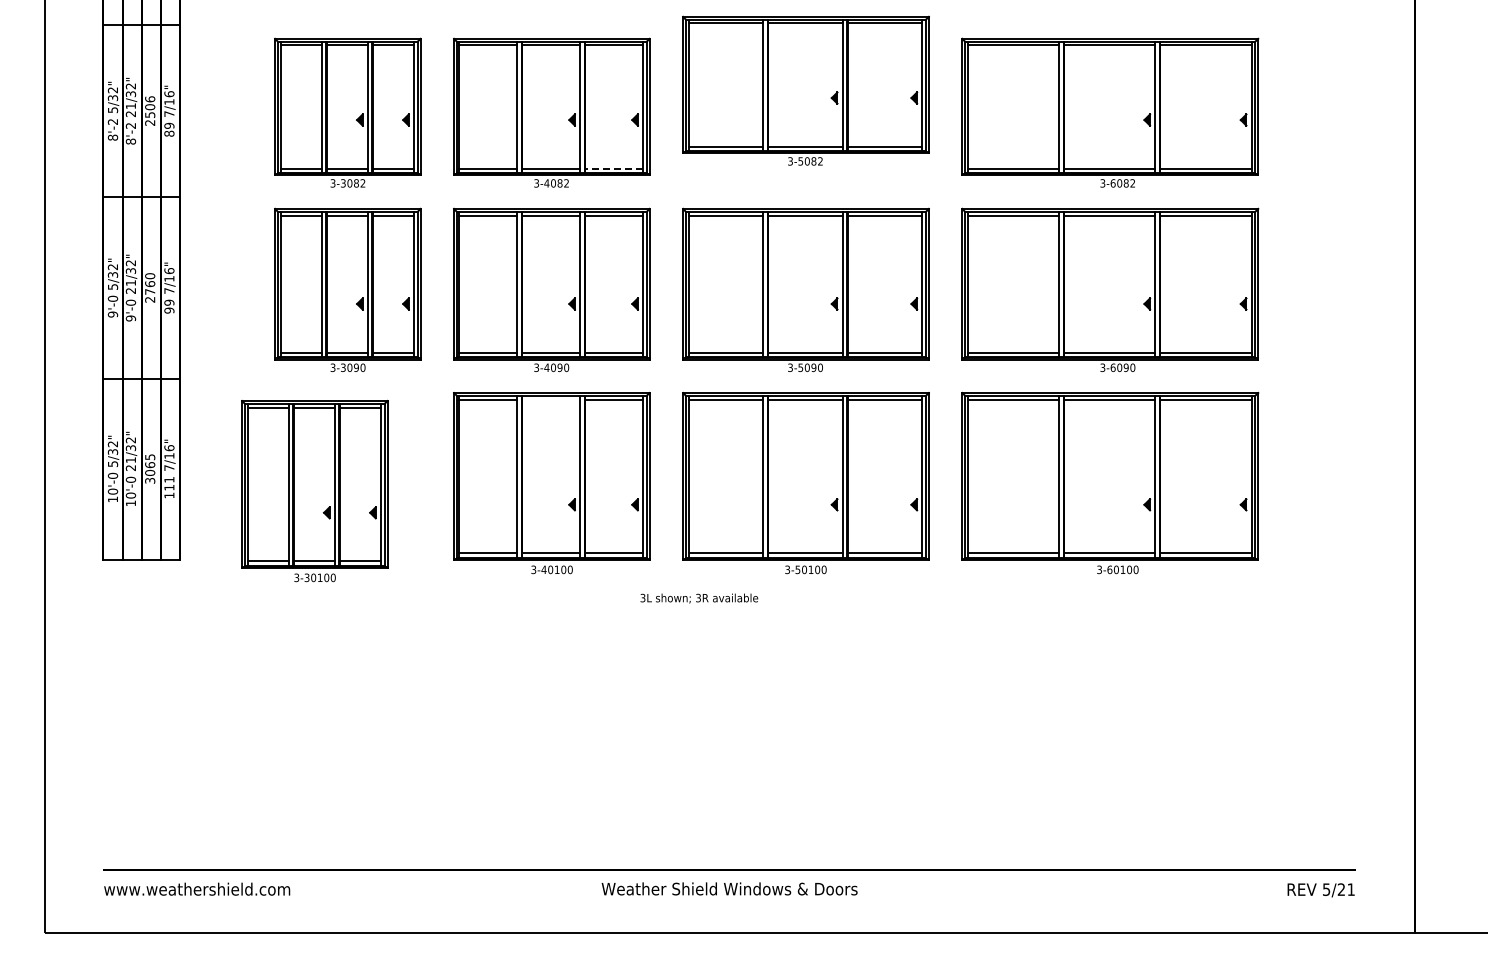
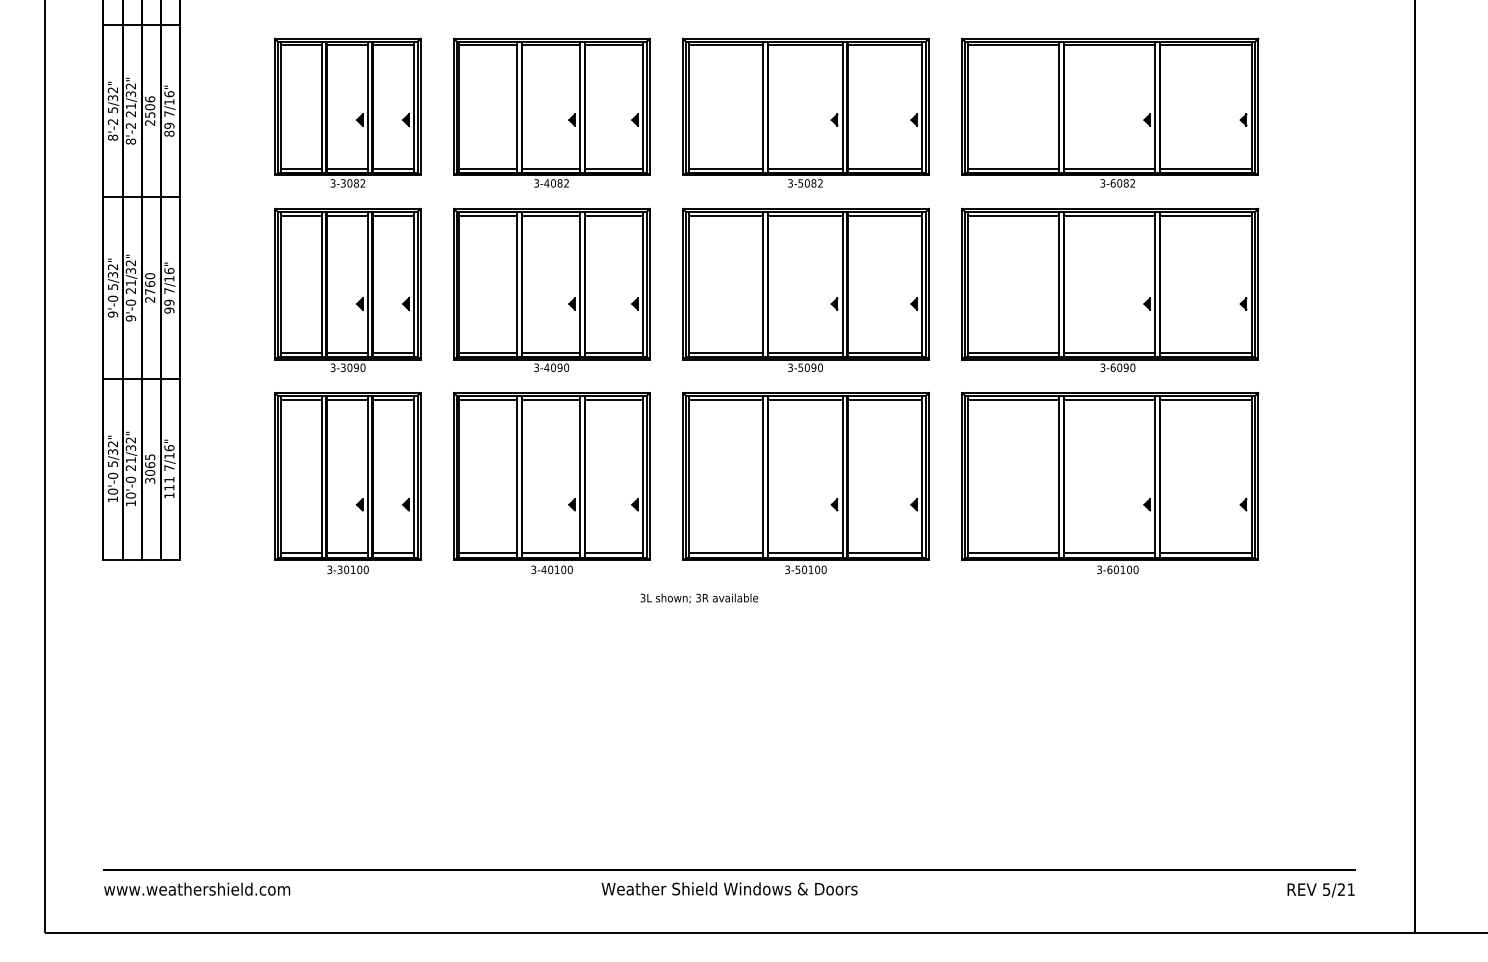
part at (805, 90) position: (805, 90) -> (805, 112)
line at (614, 168): dashed -> solid
line at (551, 399): none -> present
part at (314, 490) position: (314, 490) -> (347, 482)
